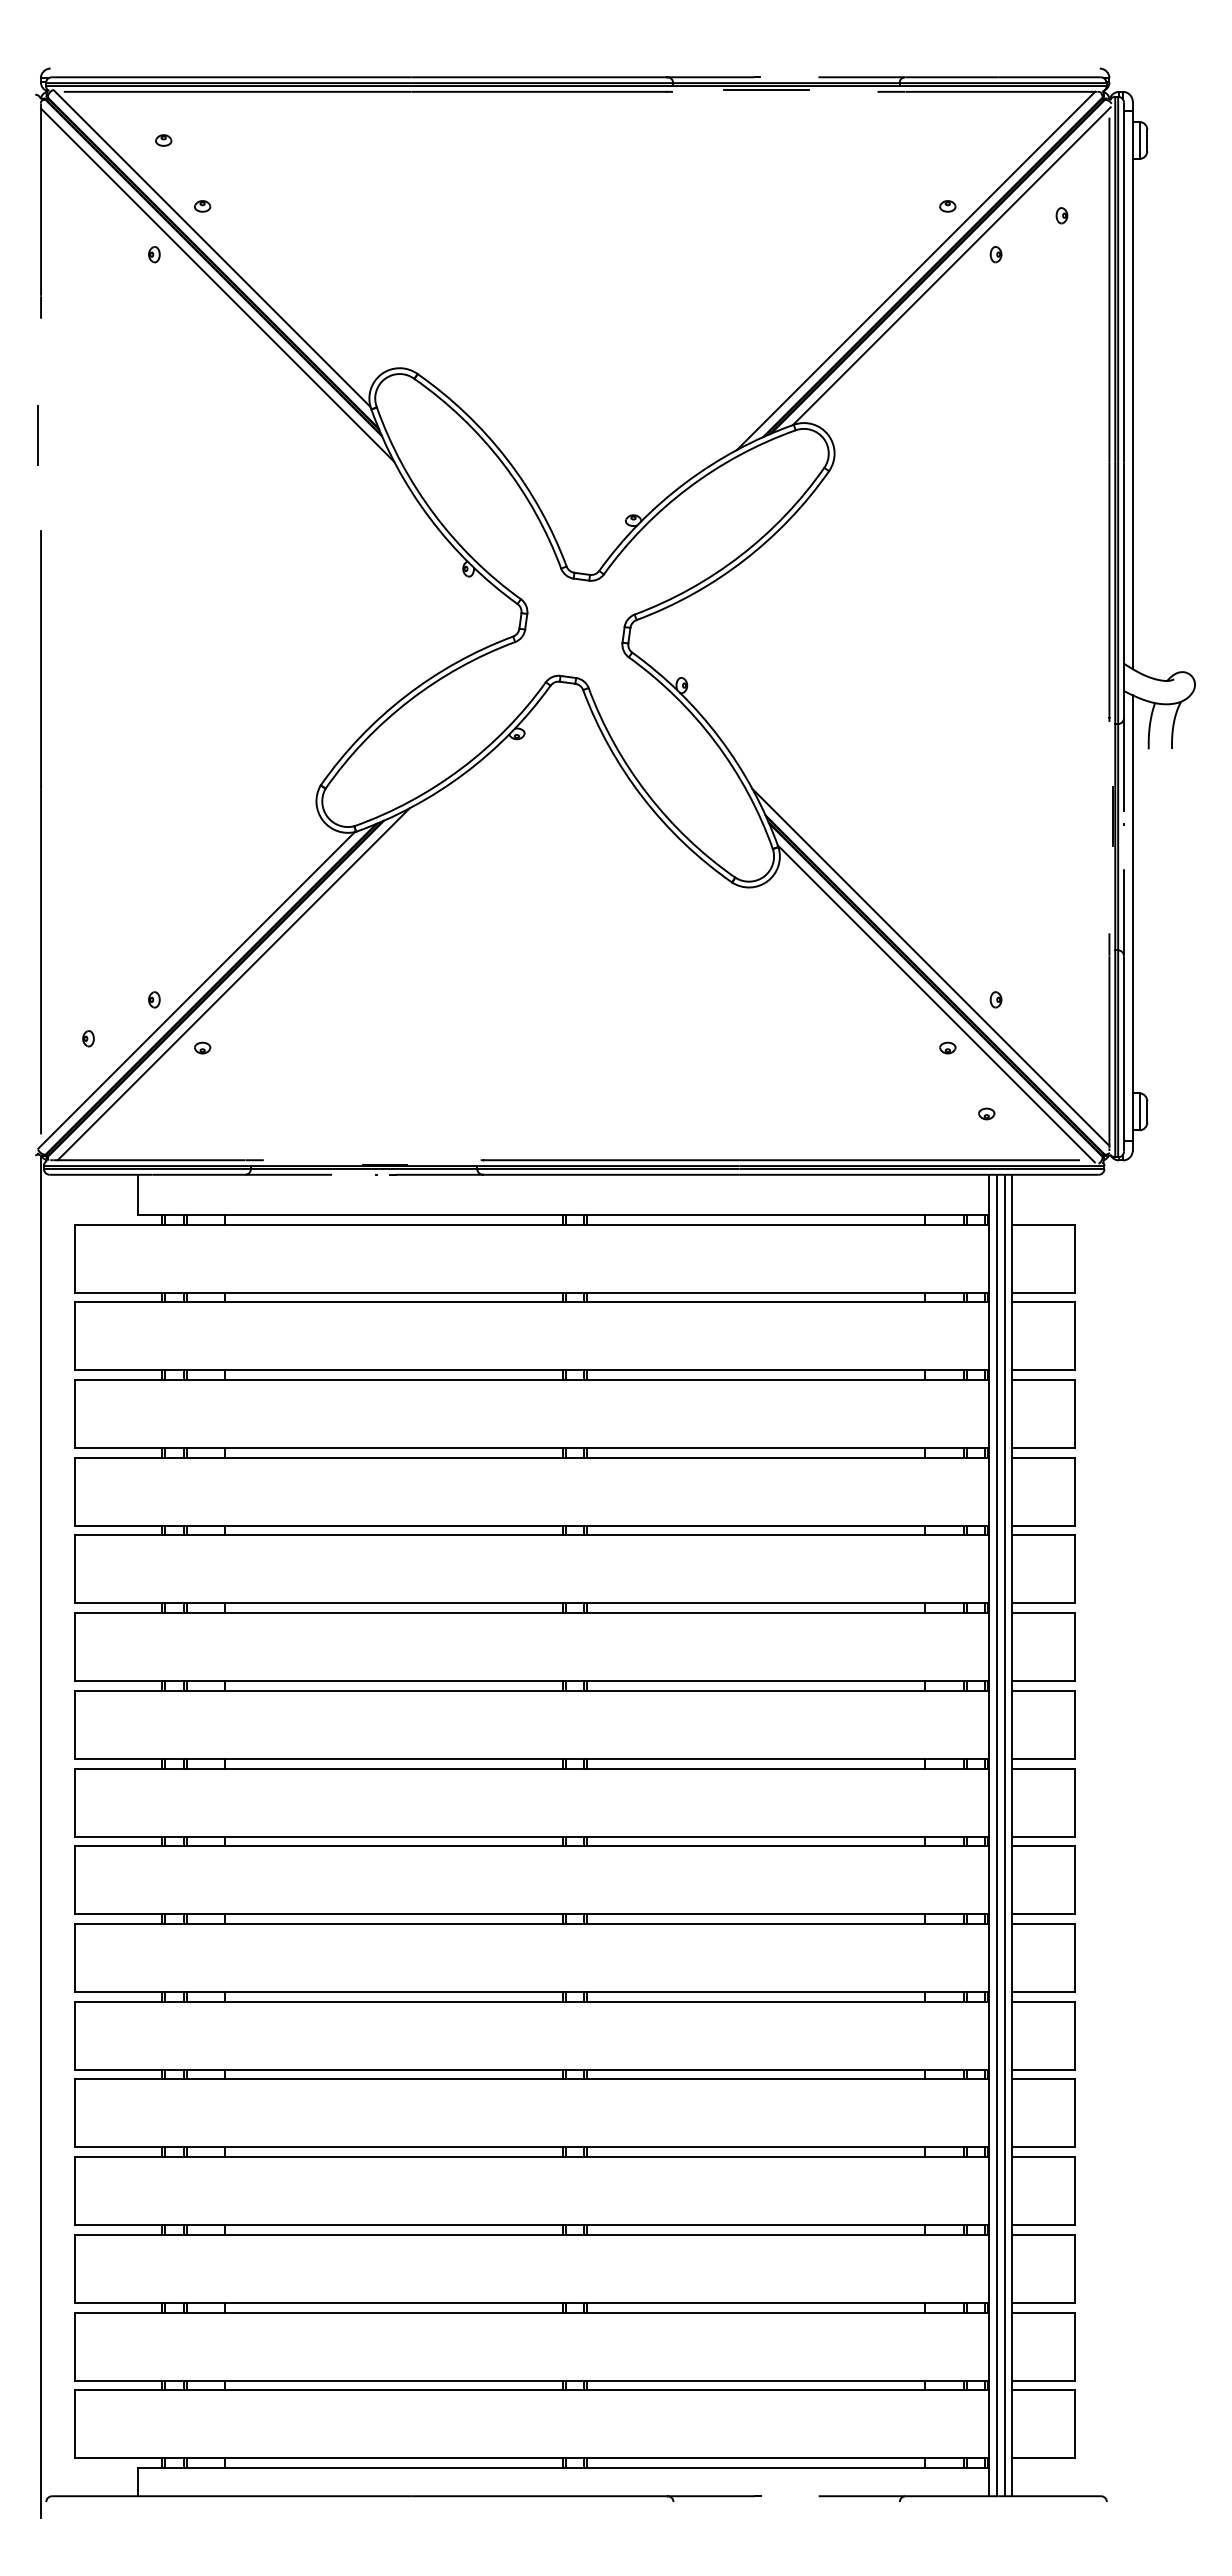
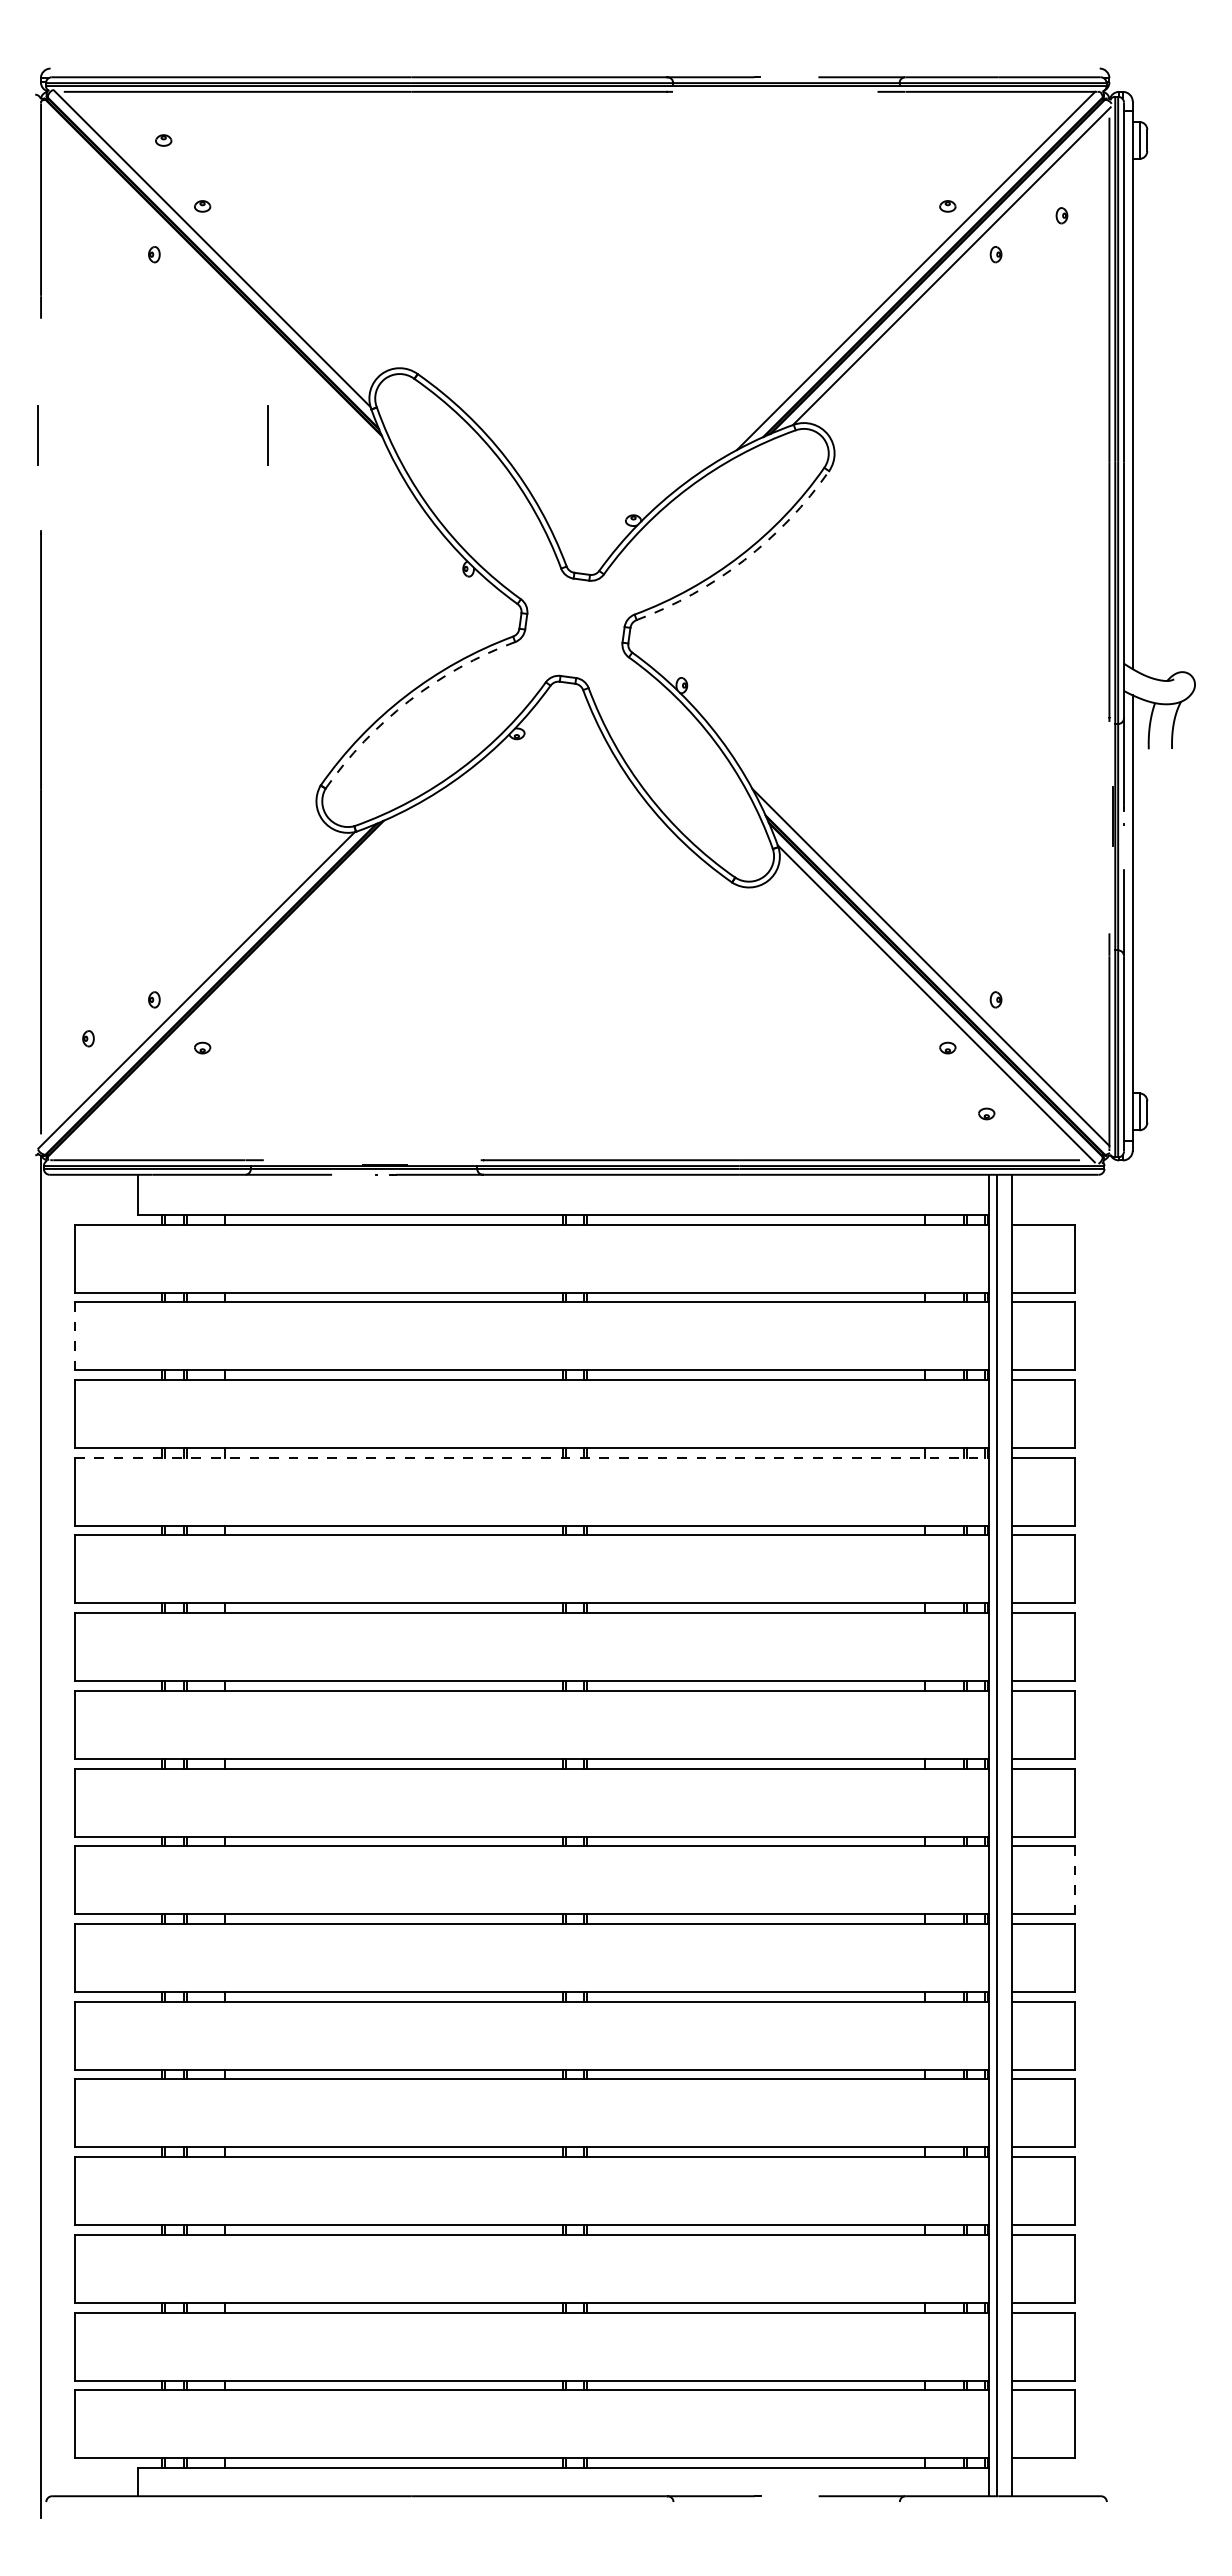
line at (766, 89): present -> none
line at (217, 284): present -> none
line at (267, 435): none -> present
arc at (744, 560): solid -> dashed
arc at (409, 700): solid -> dashed
line at (233, 984): present -> none
line at (74, 1336): solid -> dashed
line at (532, 1457): solid -> dashed
line at (1004, 1835): present -> none
line at (1075, 1880): solid -> dashed
